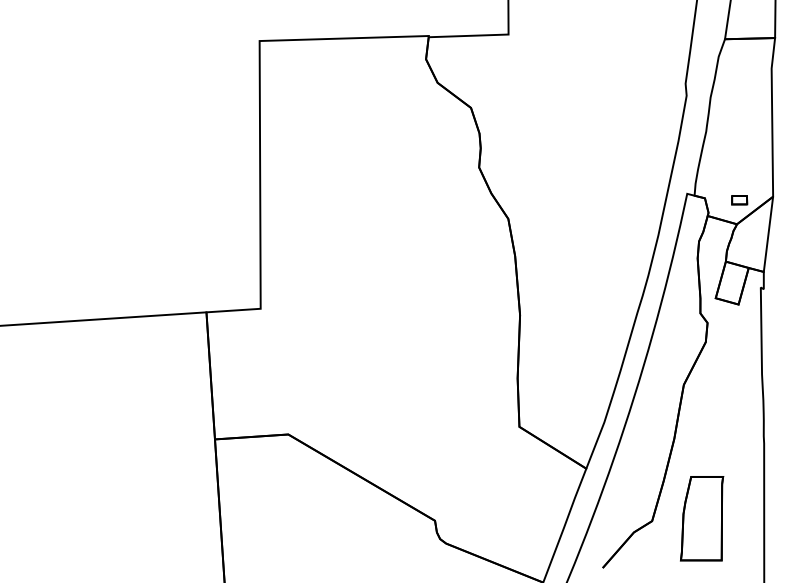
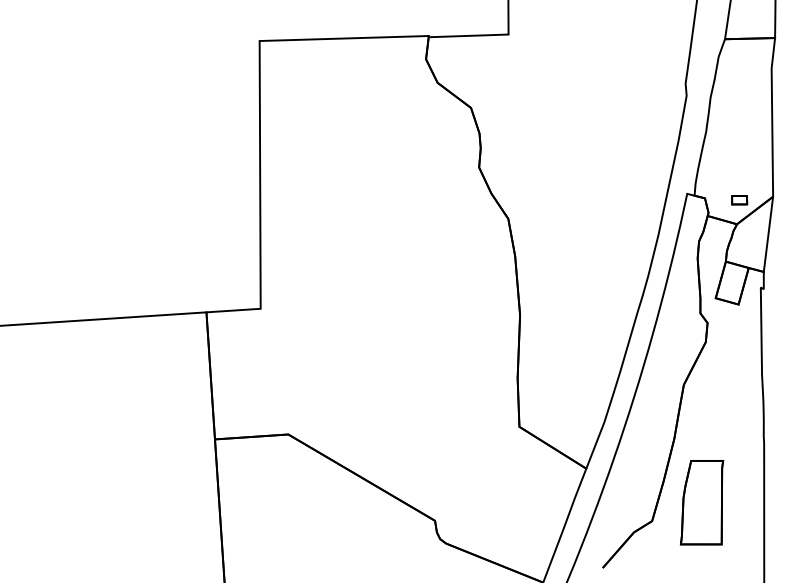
part at (702, 518) position: (702, 518) -> (702, 502)
